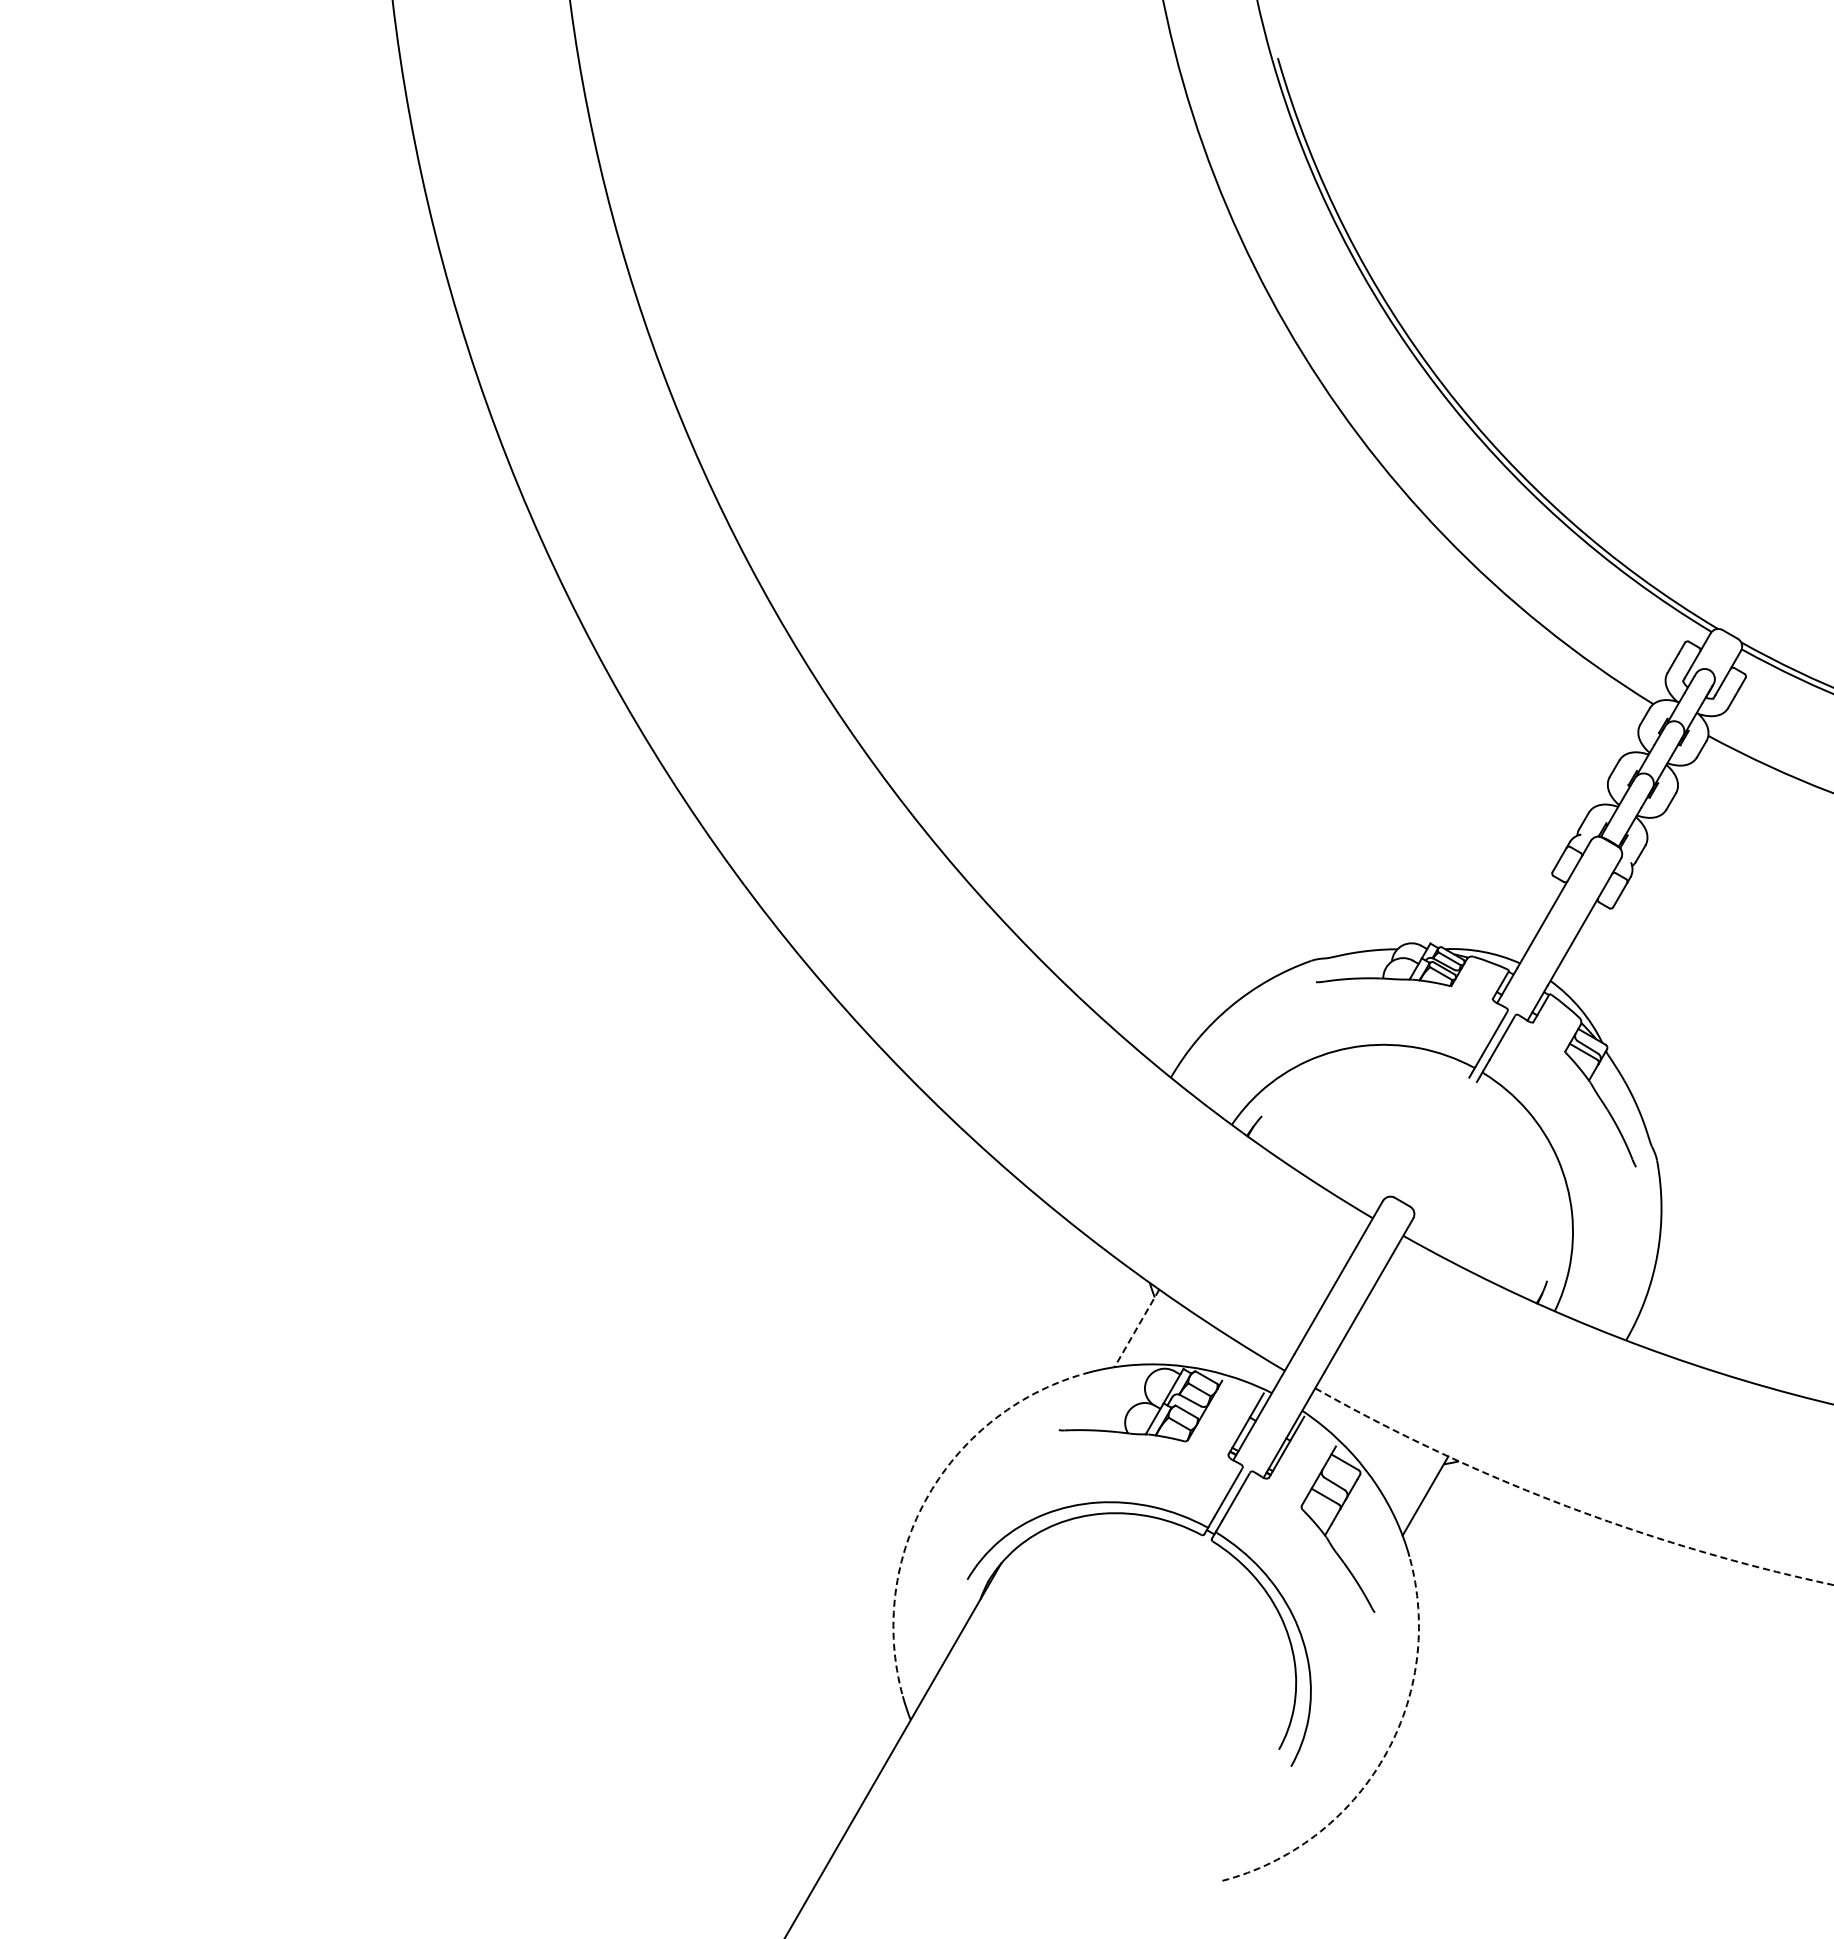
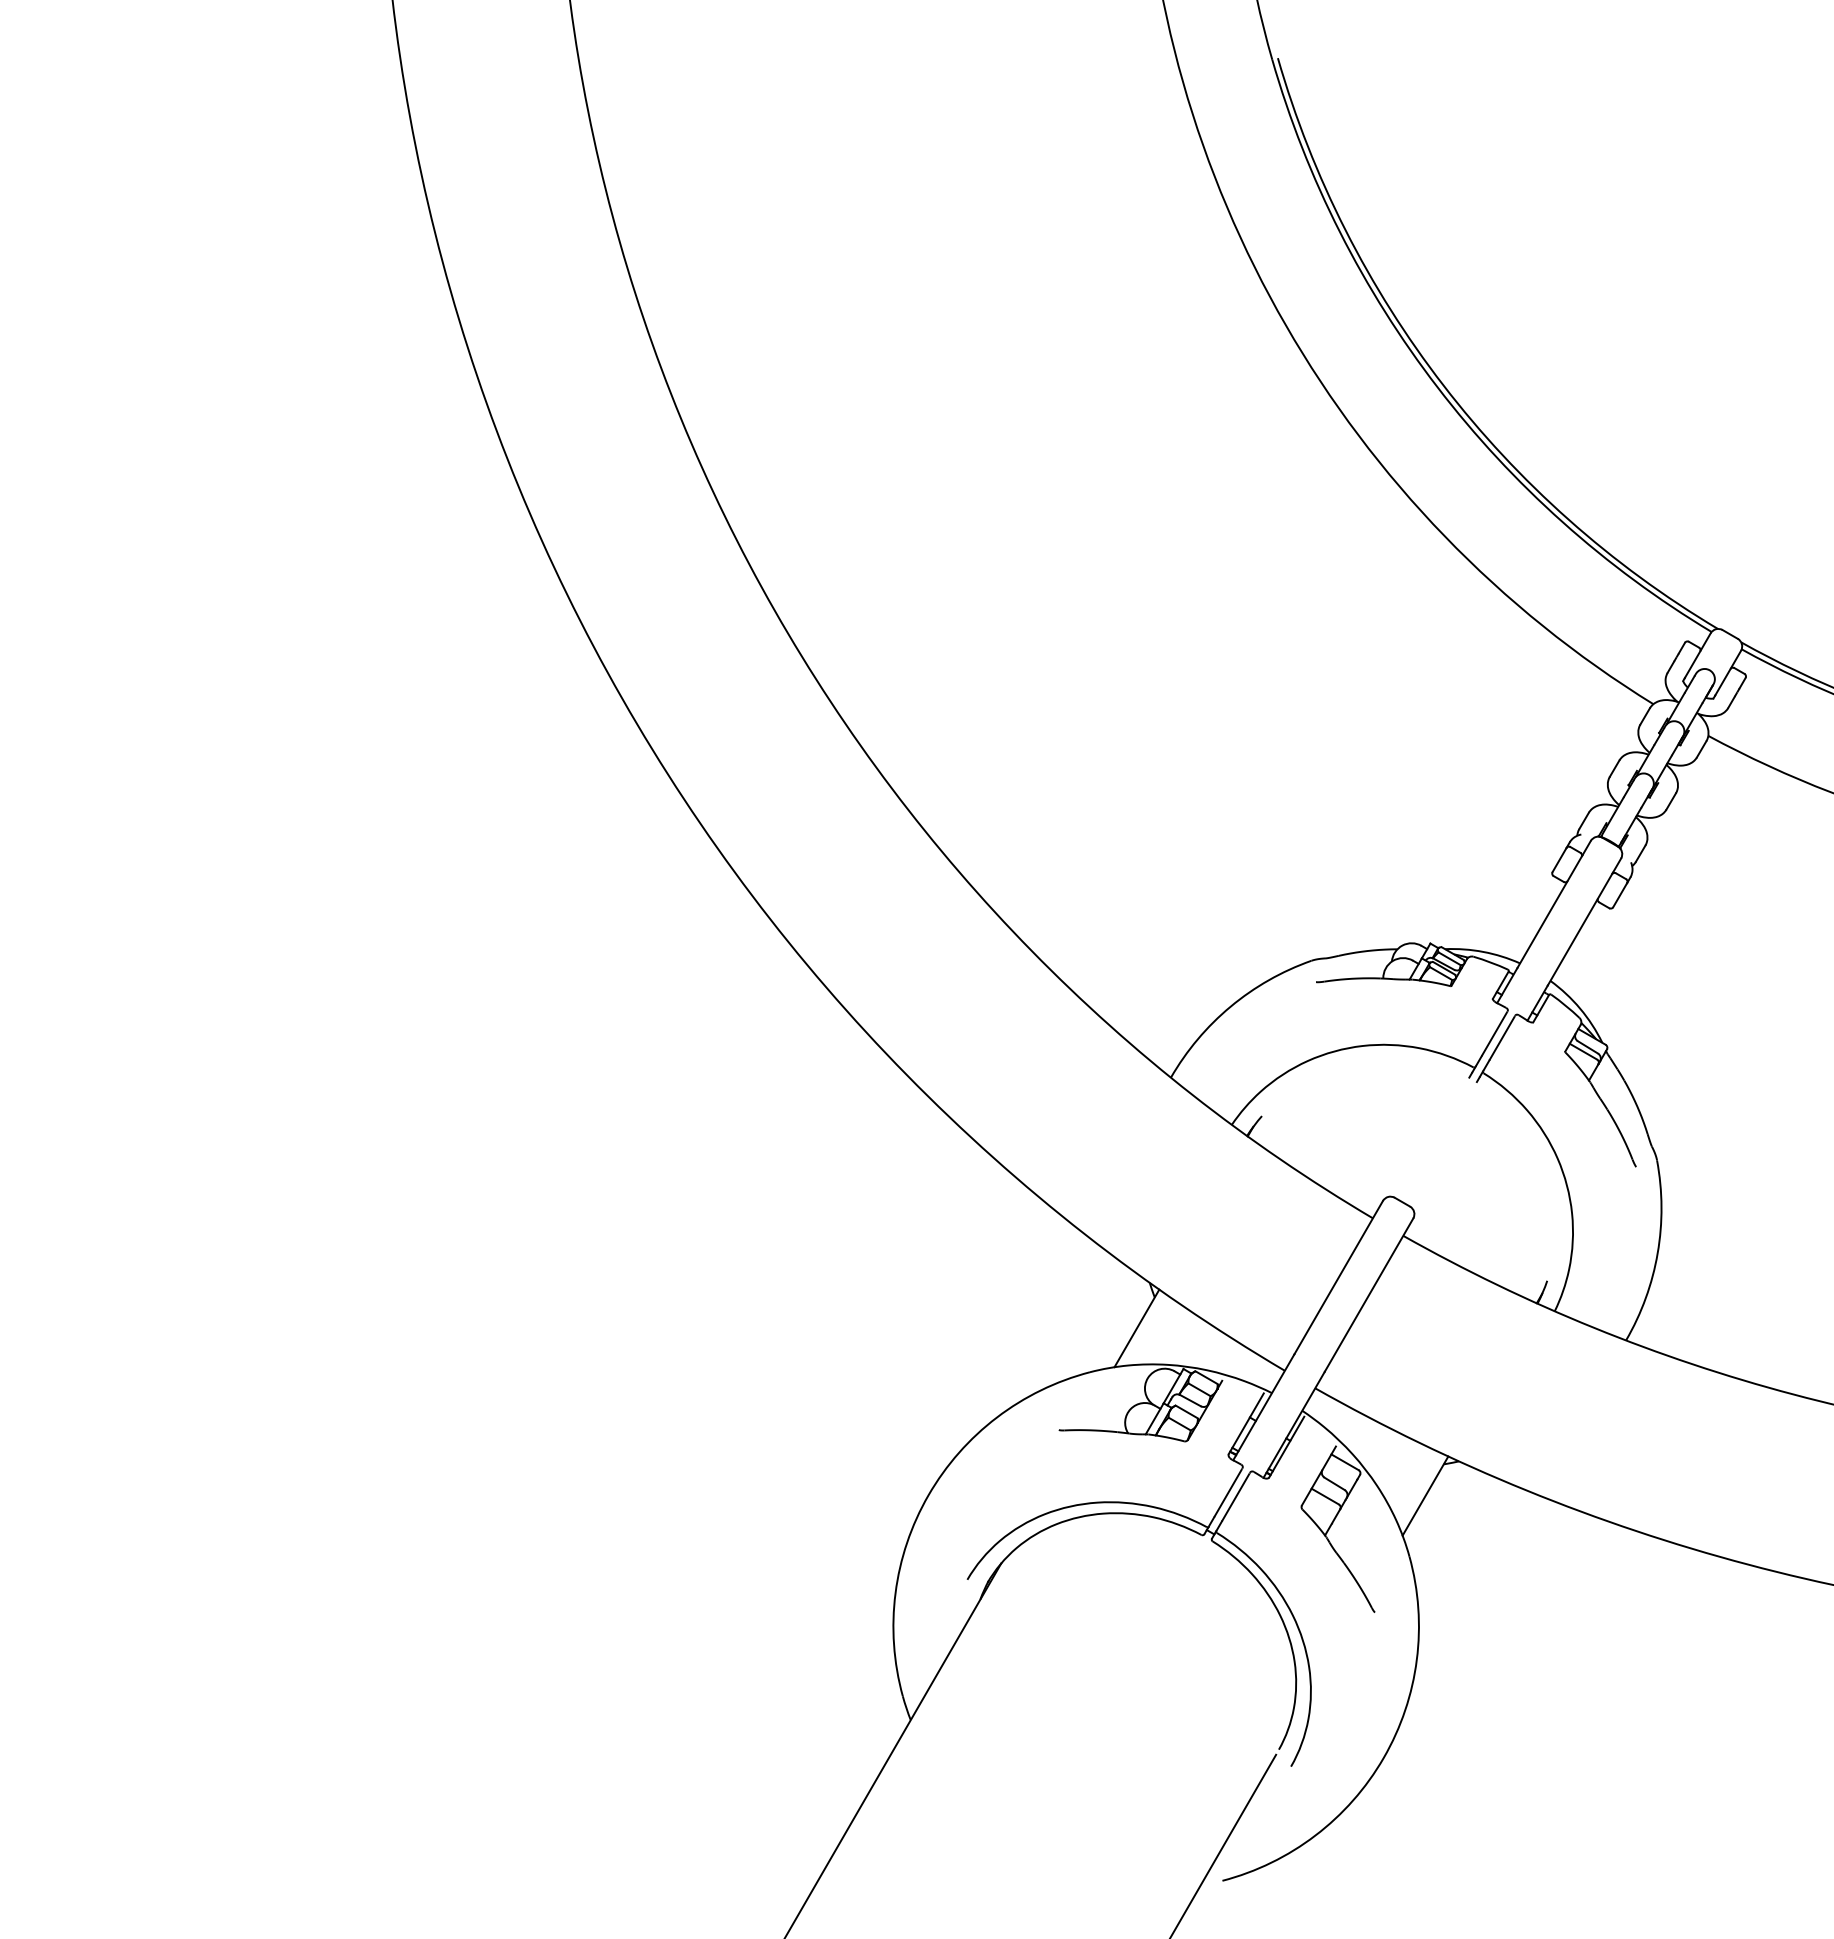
line at (1136, 1328): dashed -> solid
arc at (928, 1495): dashed -> solid
arc at (1568, 1506): dashed -> solid
arc at (1383, 1757): dashed -> solid
line at (1223, 1844): none -> present
